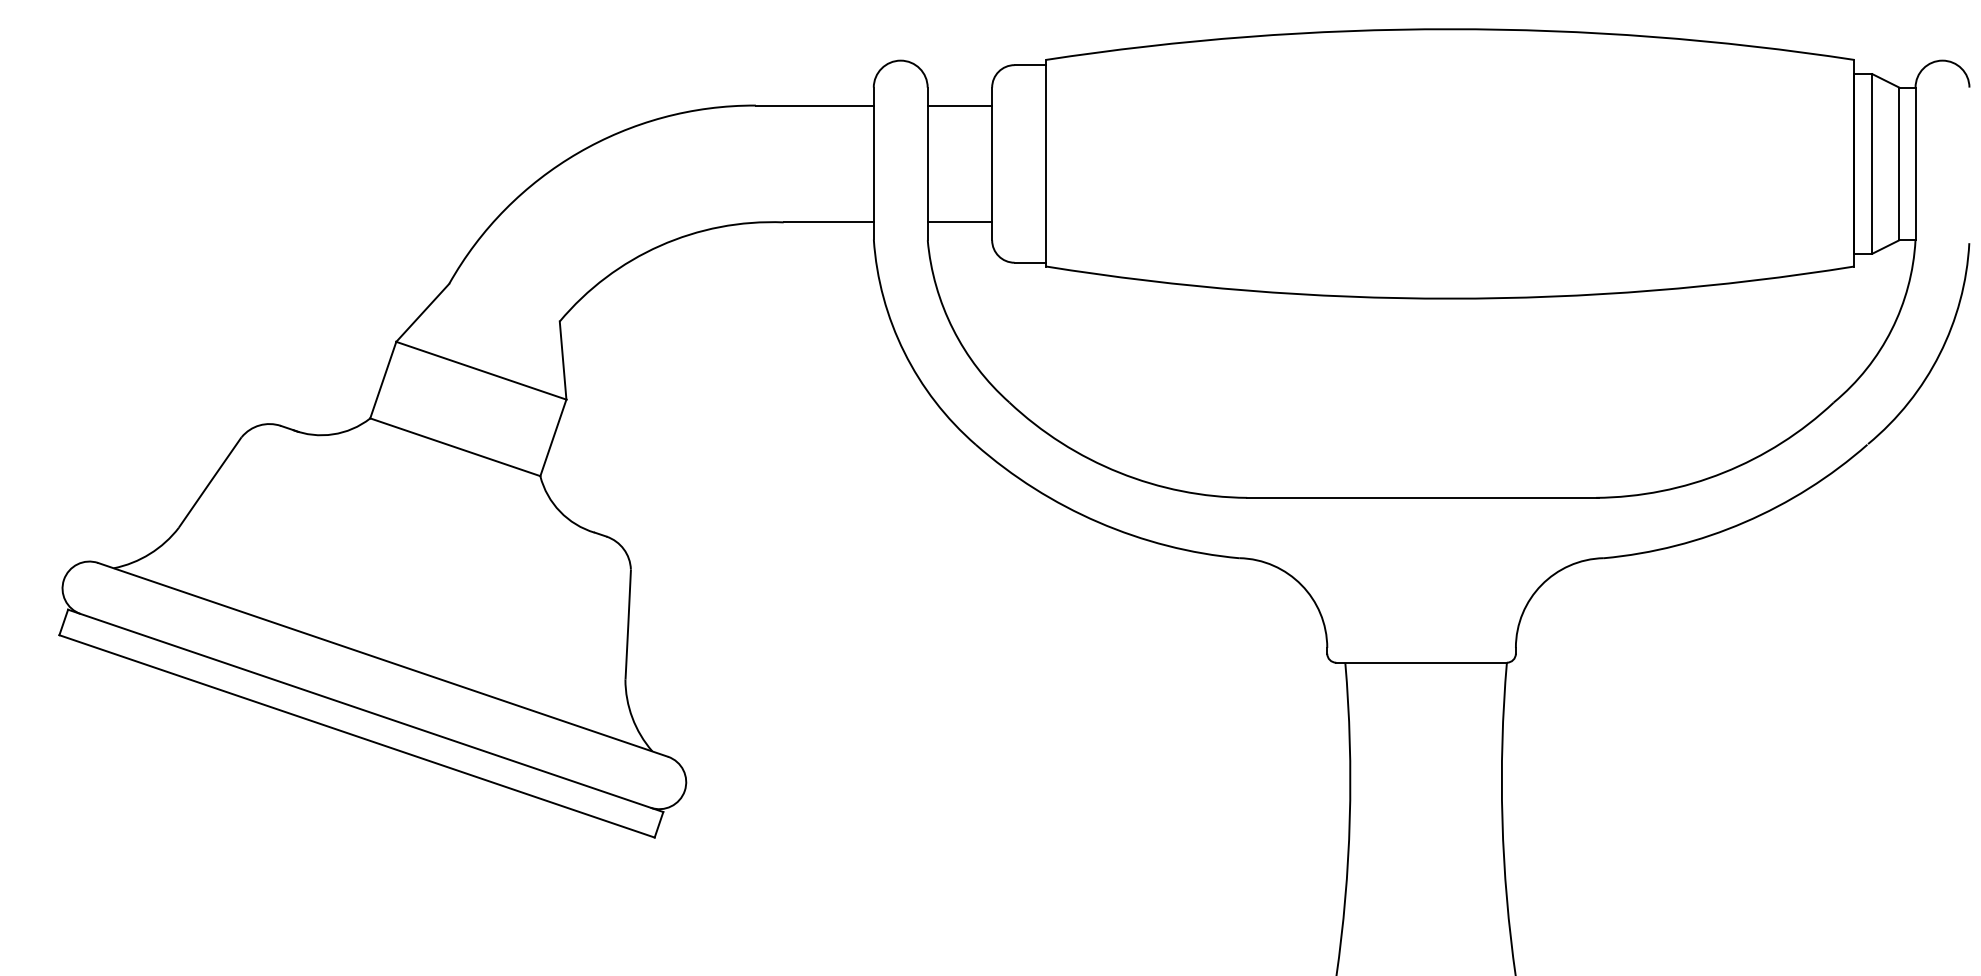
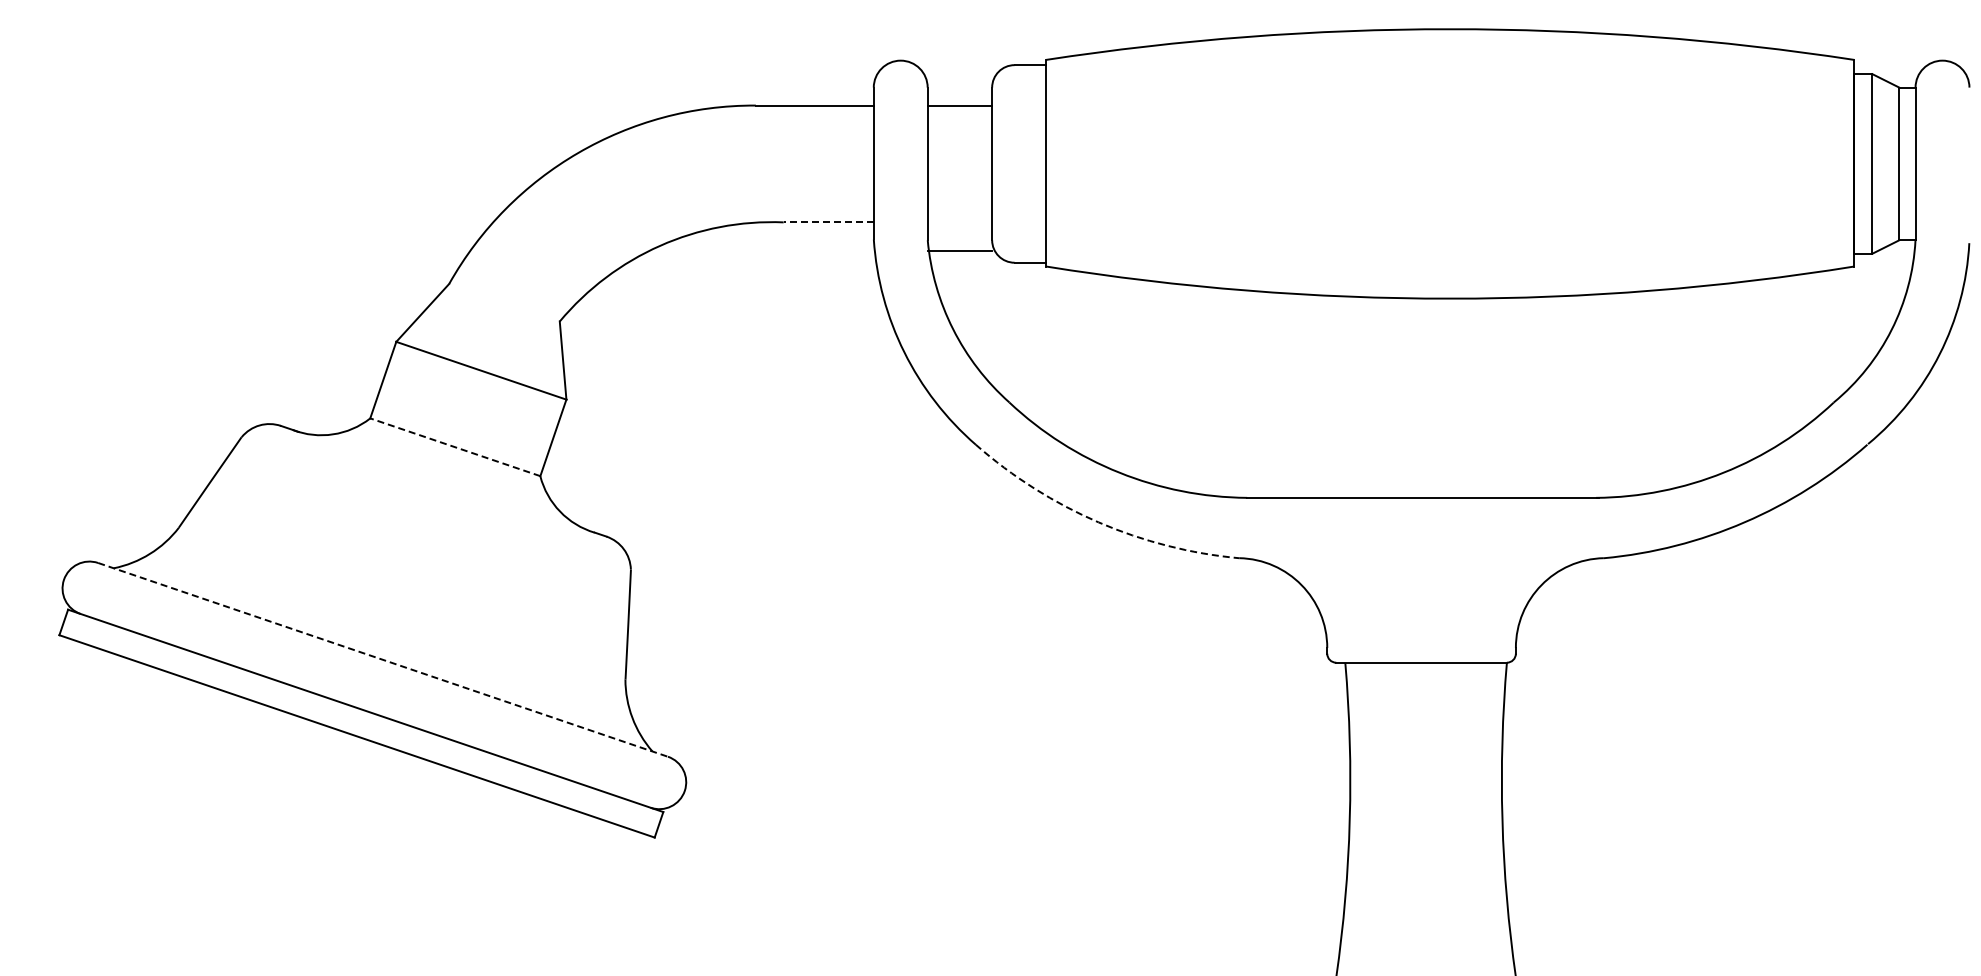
line at (828, 222): solid -> dashed
line at (959, 222) position: (959, 222) -> (959, 251)
line at (455, 447): solid -> dashed
arc at (1098, 522): solid -> dashed
line at (383, 659): solid -> dashed
